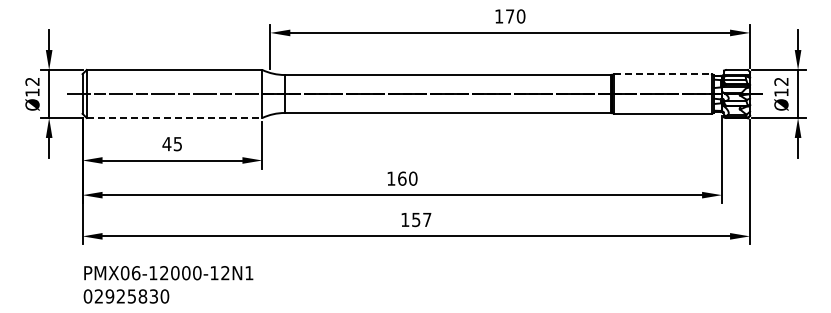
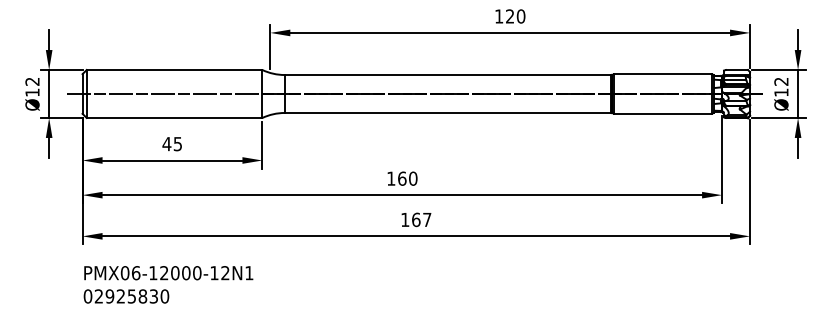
text at (510, 16): 170 -> 120
line at (662, 74): dashed -> solid
line at (174, 117): dashed -> solid
text at (416, 219): 157 -> 167
